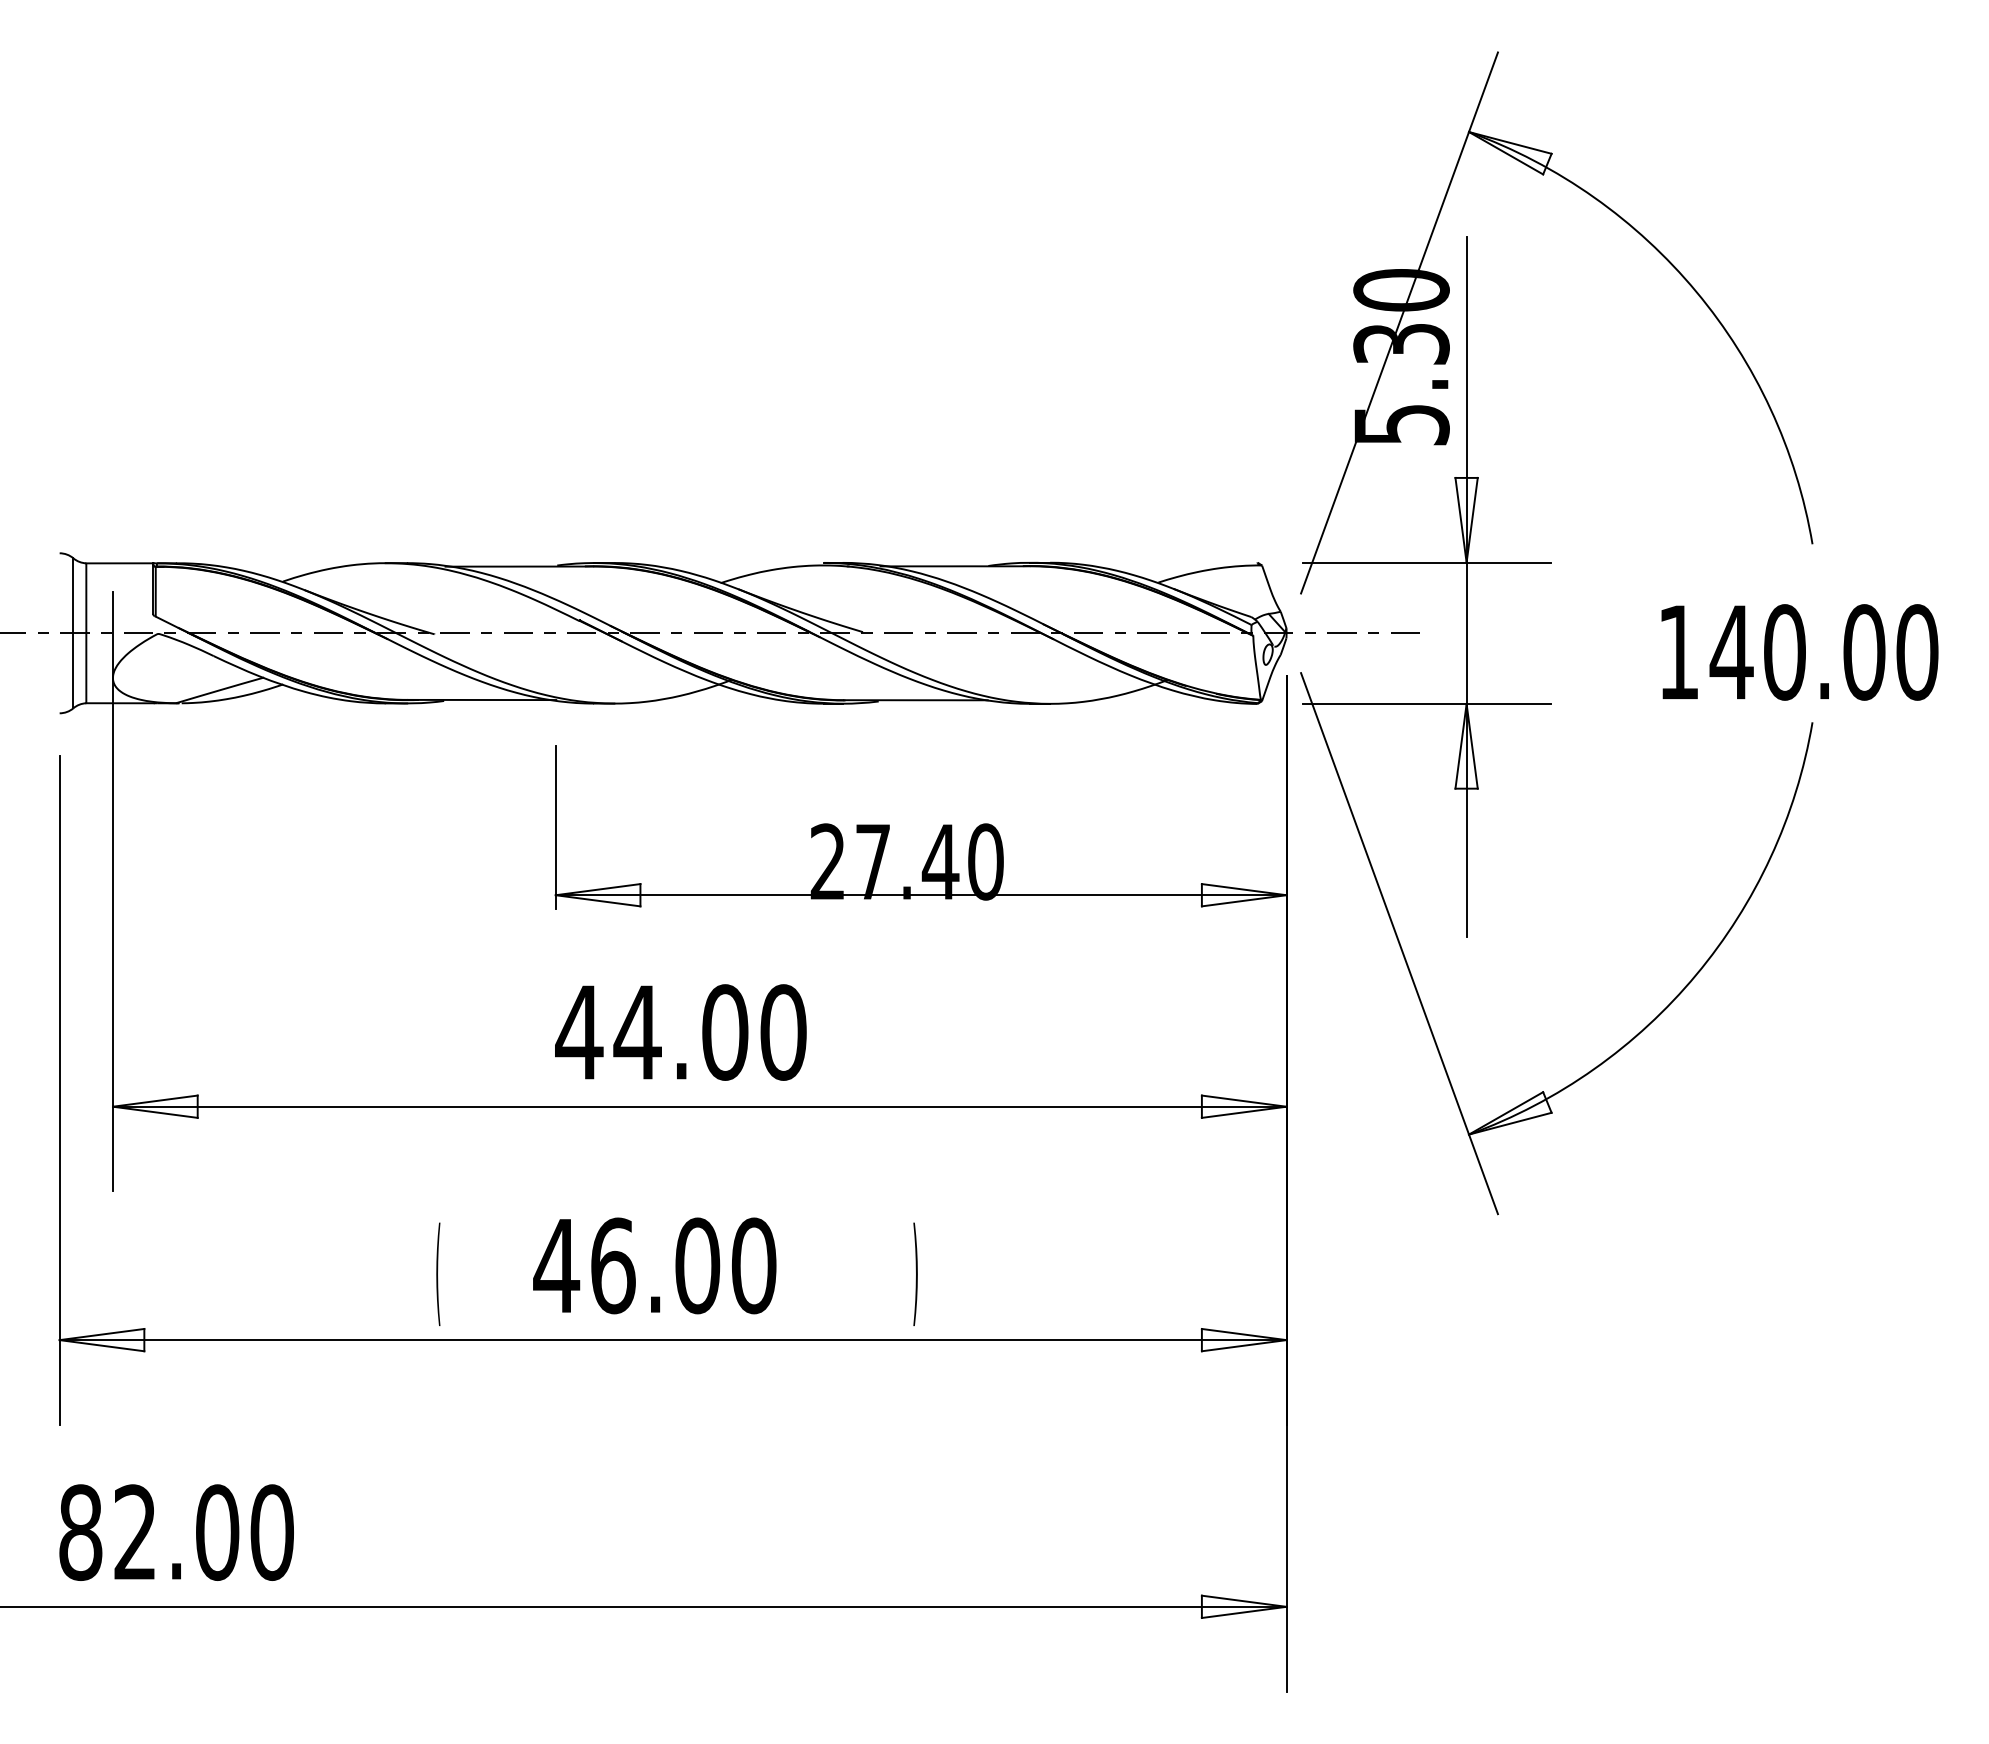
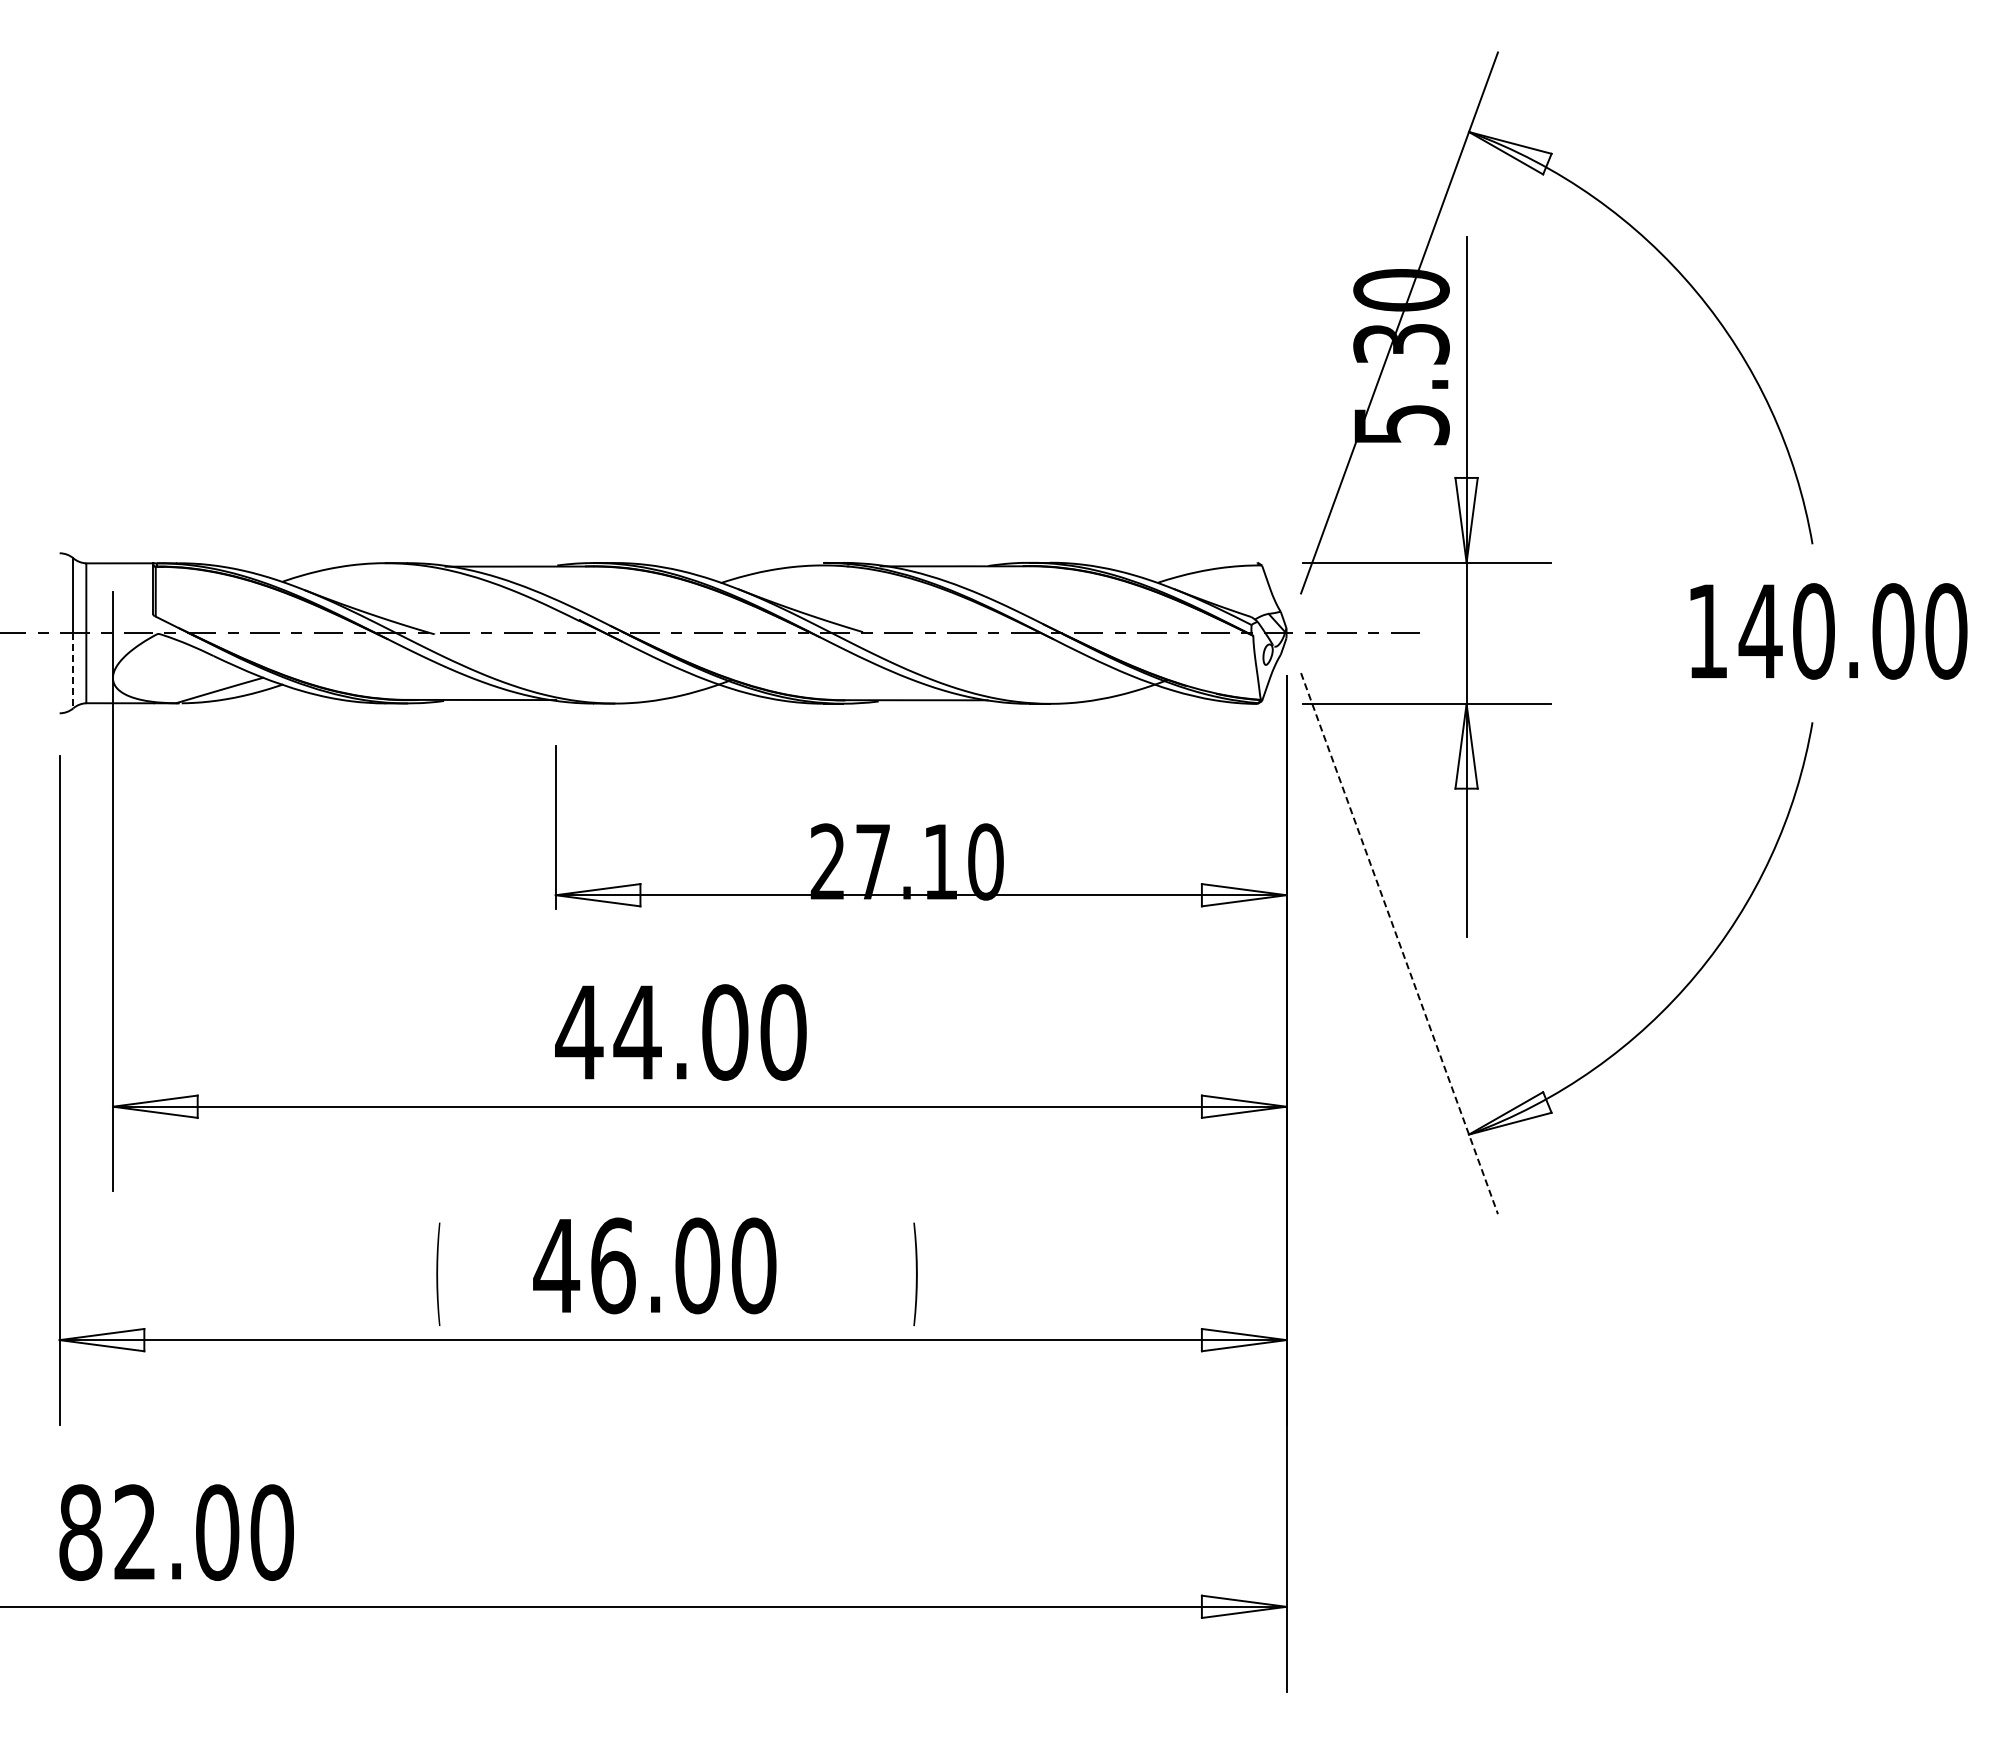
text at (1799, 652) position: (1799, 652) -> (1828, 631)
line at (73, 671): solid -> dashed
text at (940, 861): 27.40 -> 27.10
line at (1399, 943): solid -> dashed
